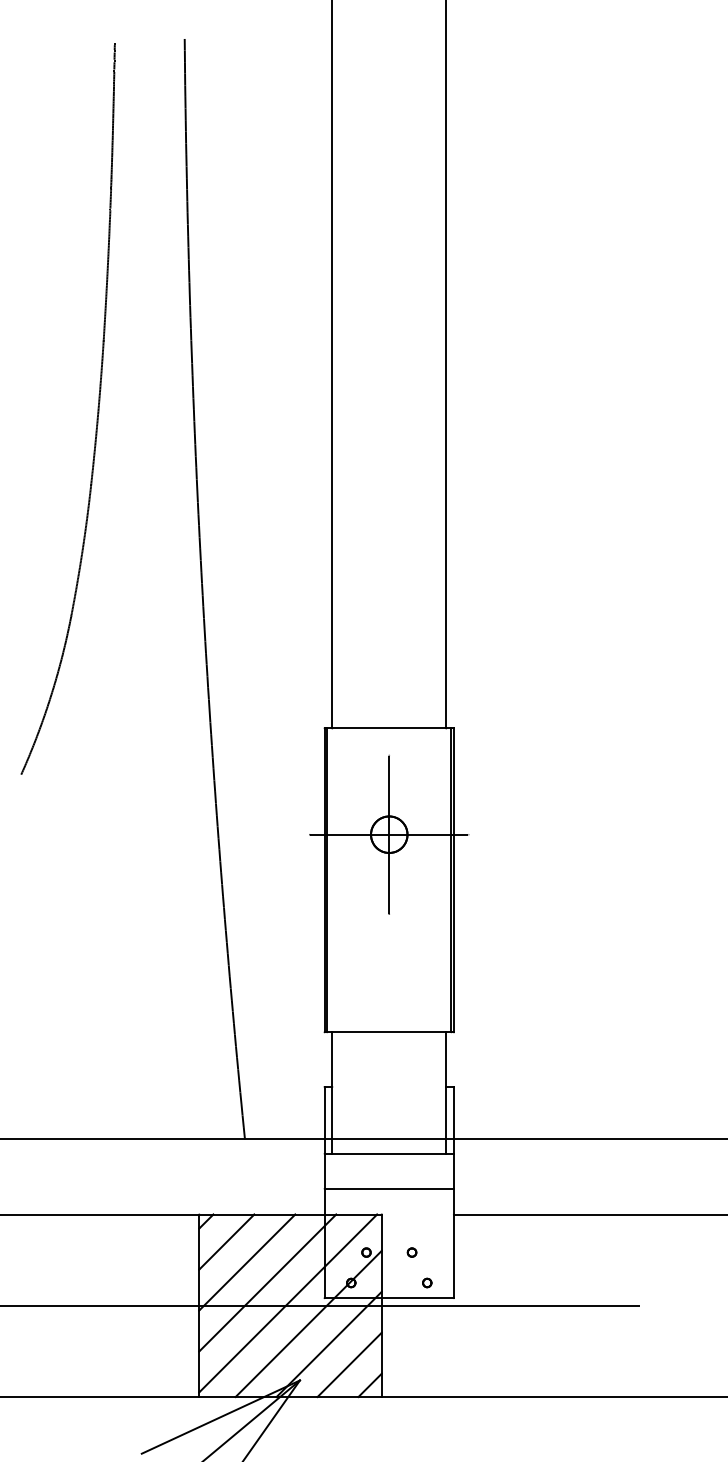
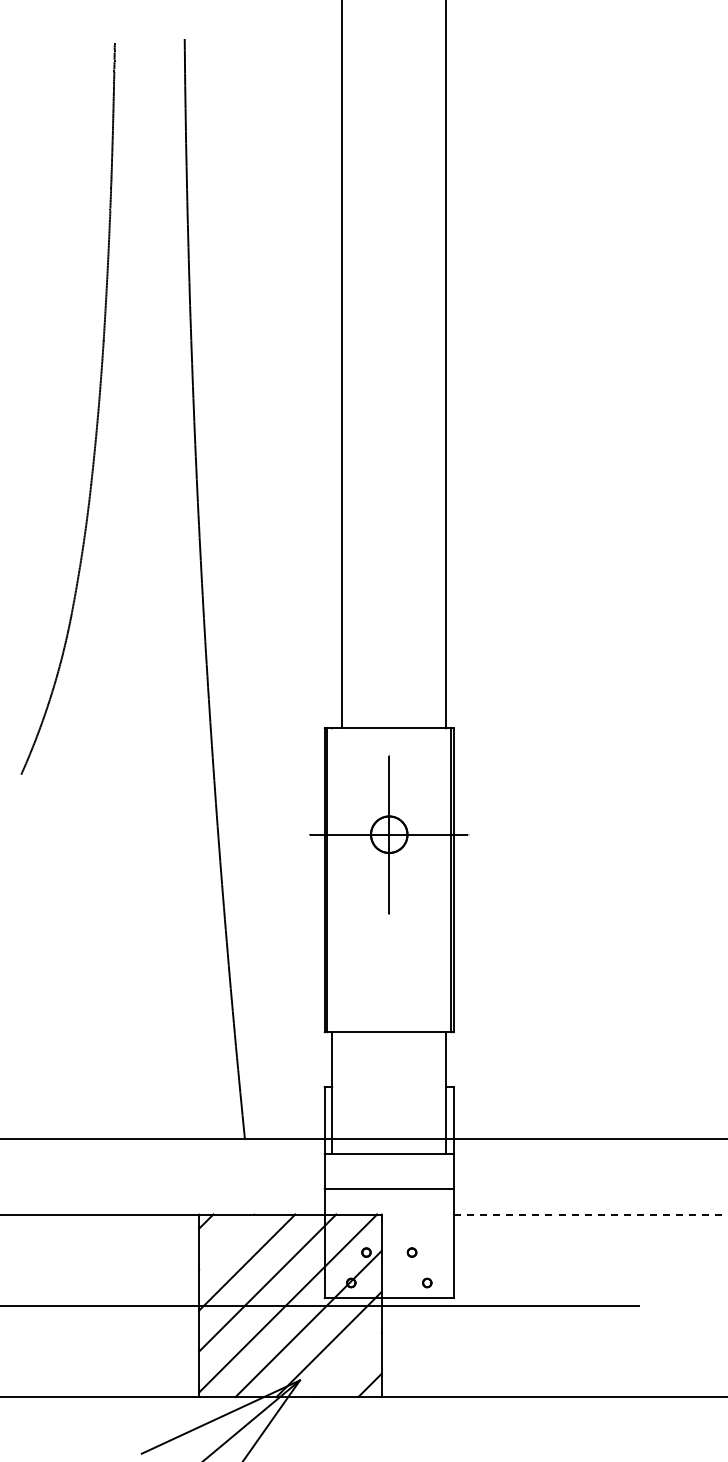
line at (332, 365) position: (332, 365) -> (342, 365)
line at (590, 1214): solid -> dashed
line at (226, 1241): present -> none
line at (349, 1364): present -> none
